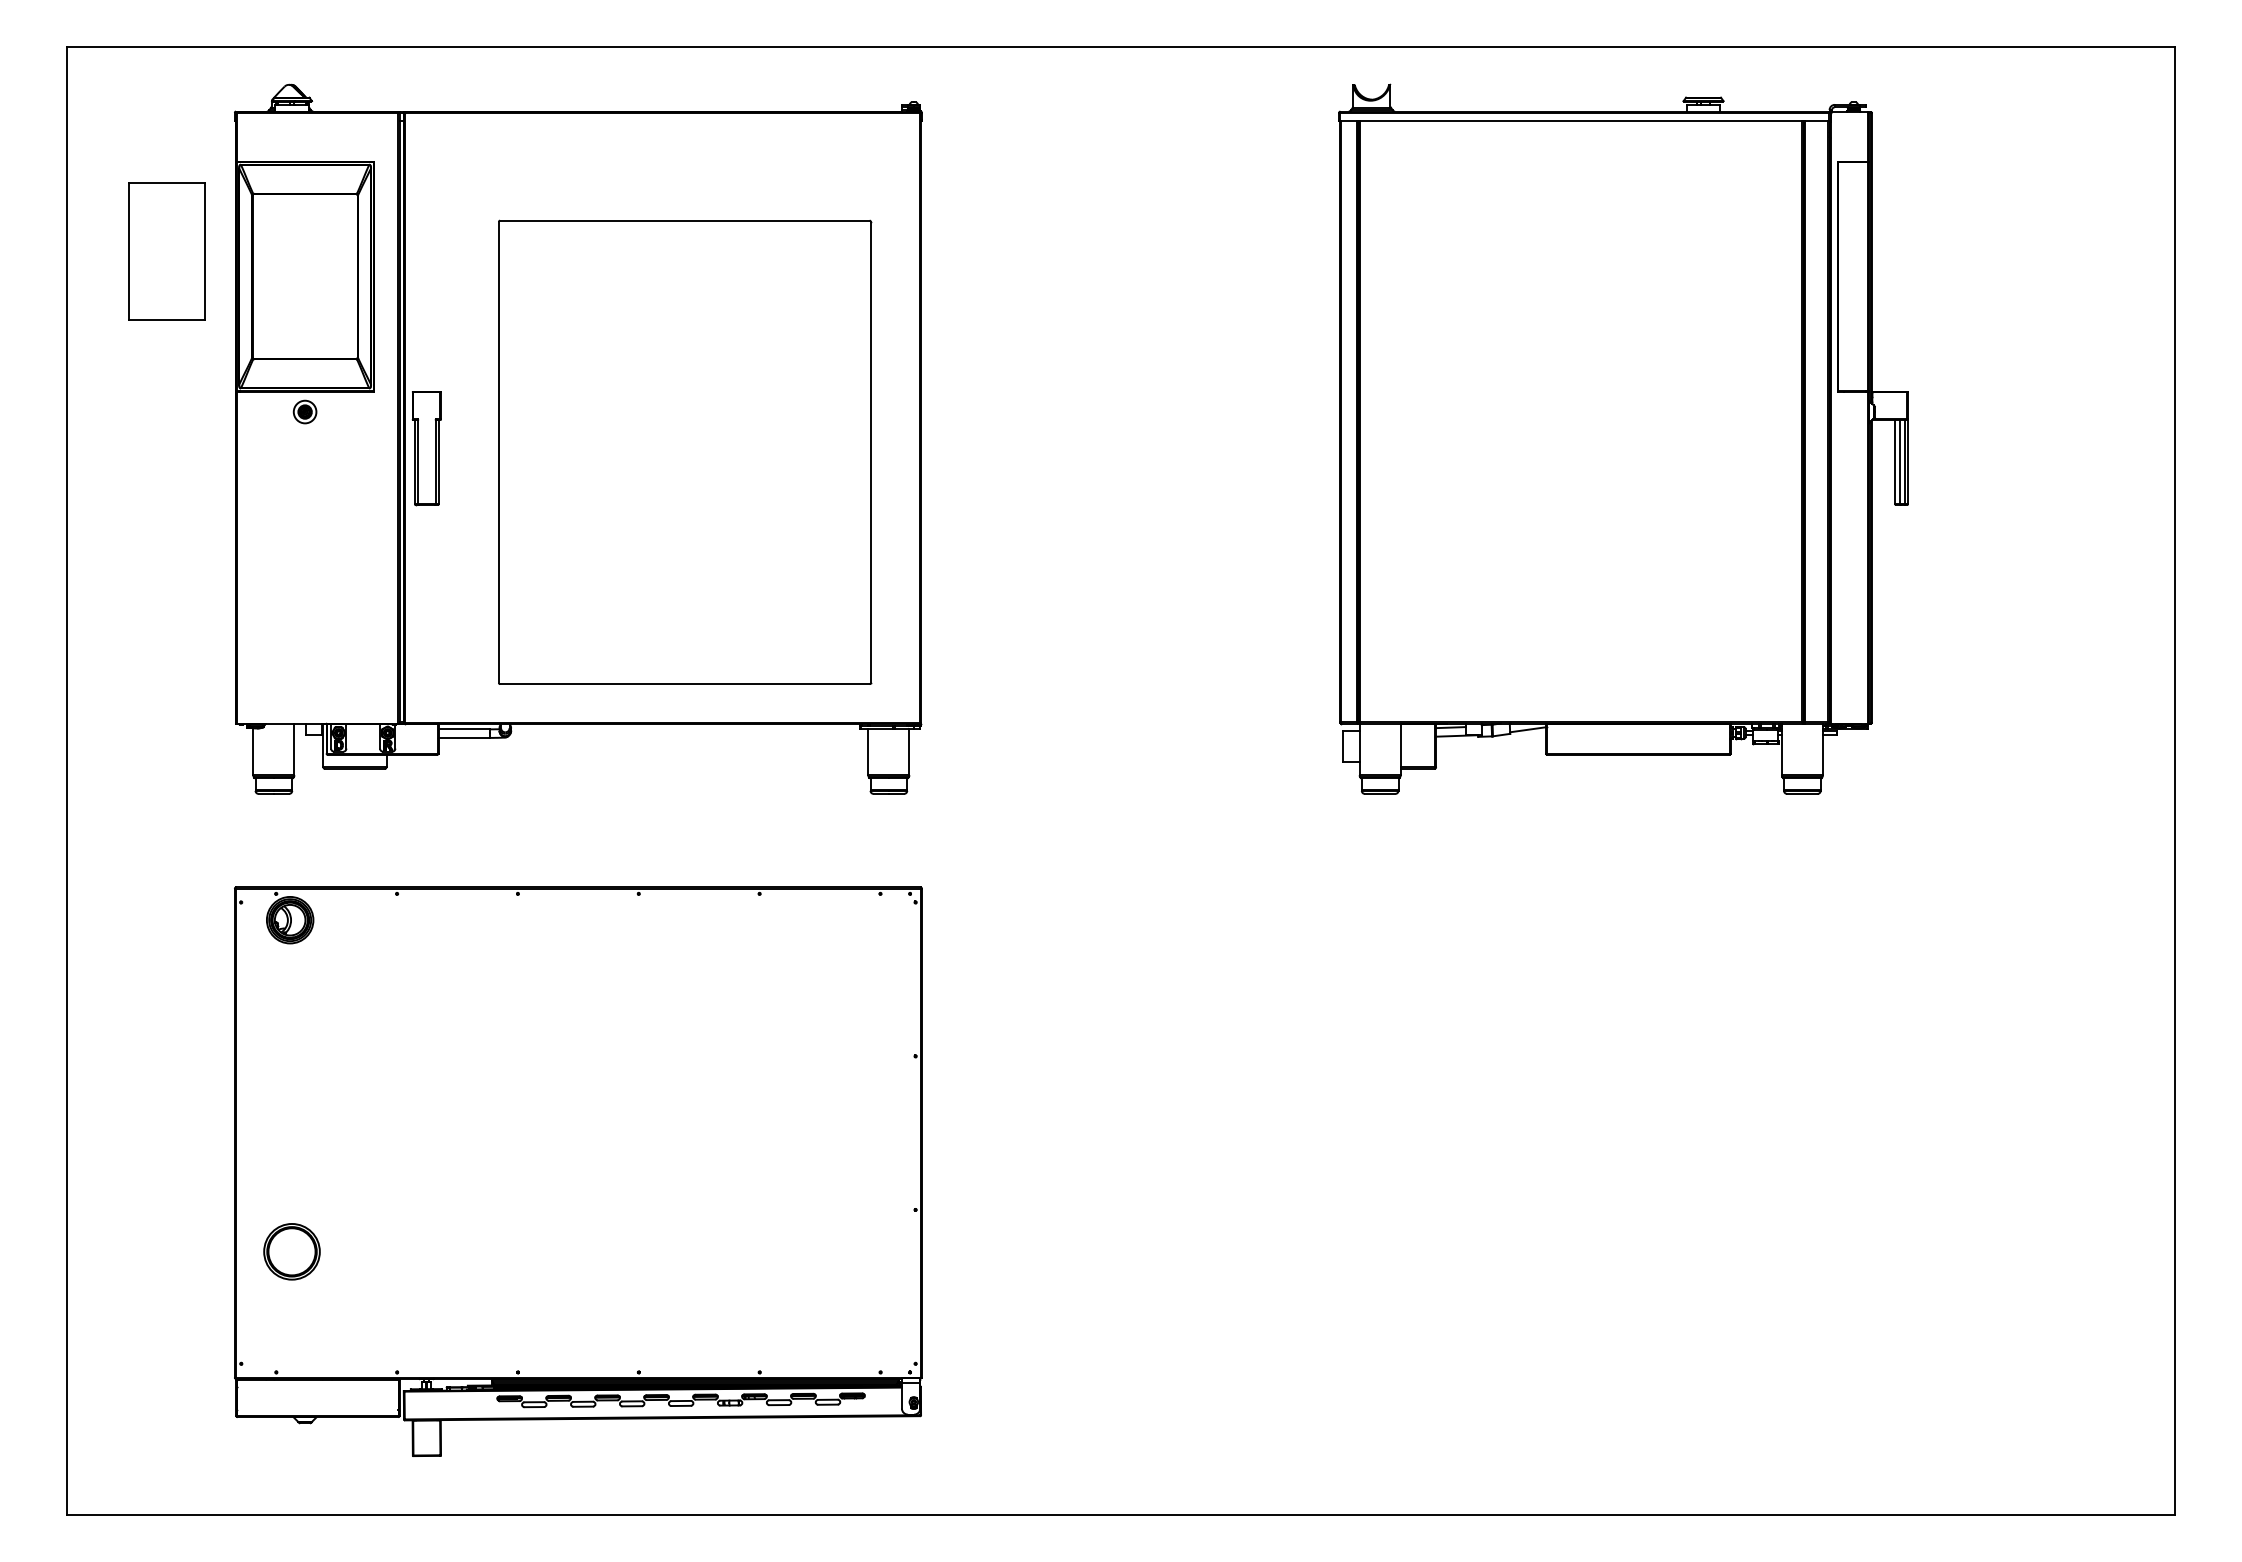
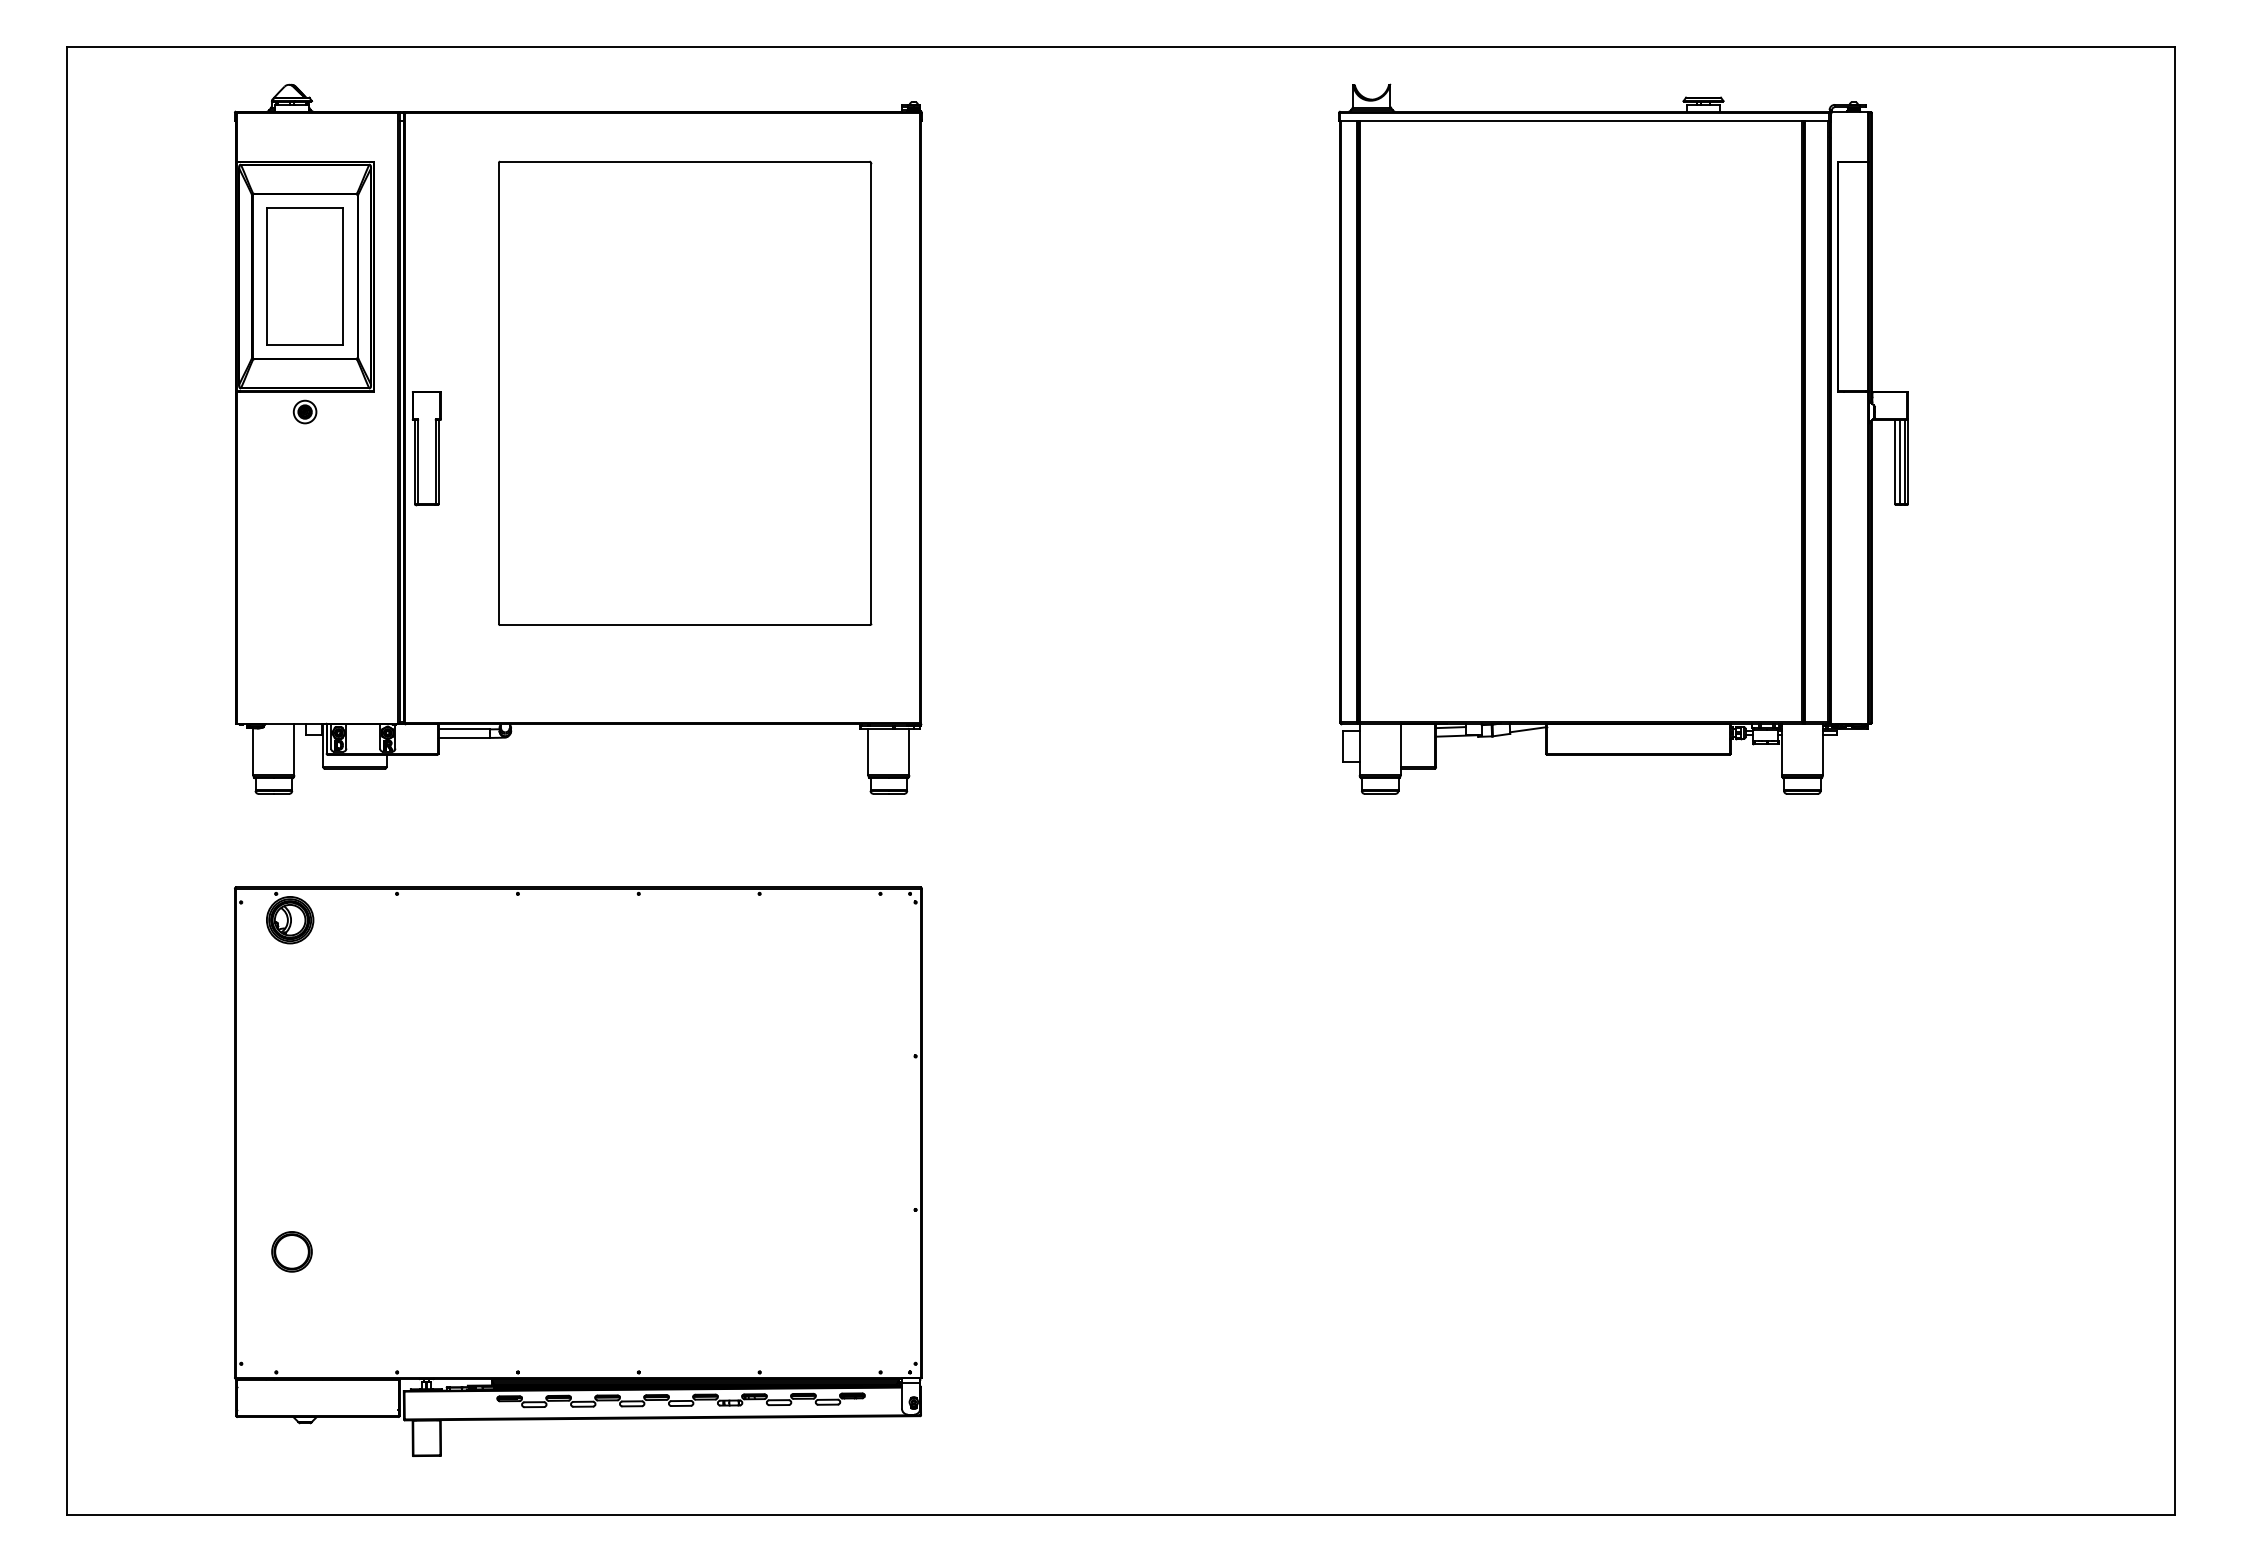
part at (166, 251) position: (166, 251) -> (304, 276)
part at (685, 451) position: (685, 451) -> (685, 392)
part at (291, 1251) size: 58x58 px -> 42x42 px
